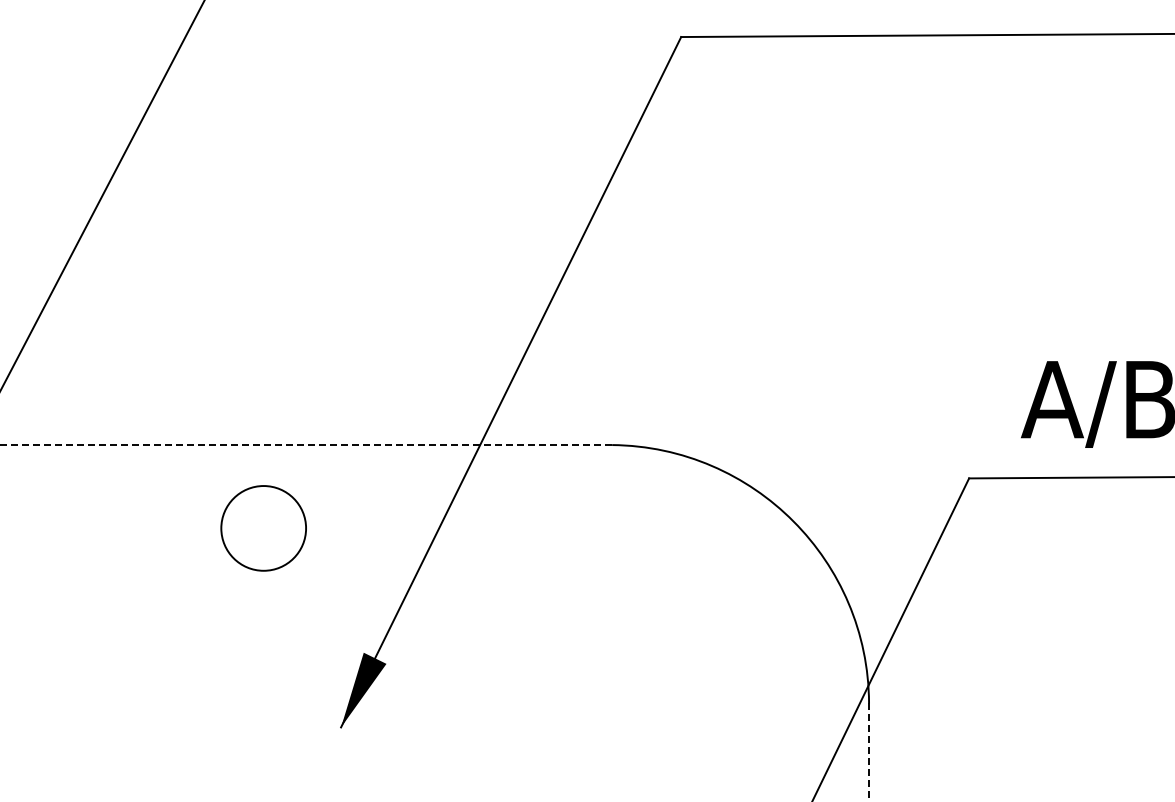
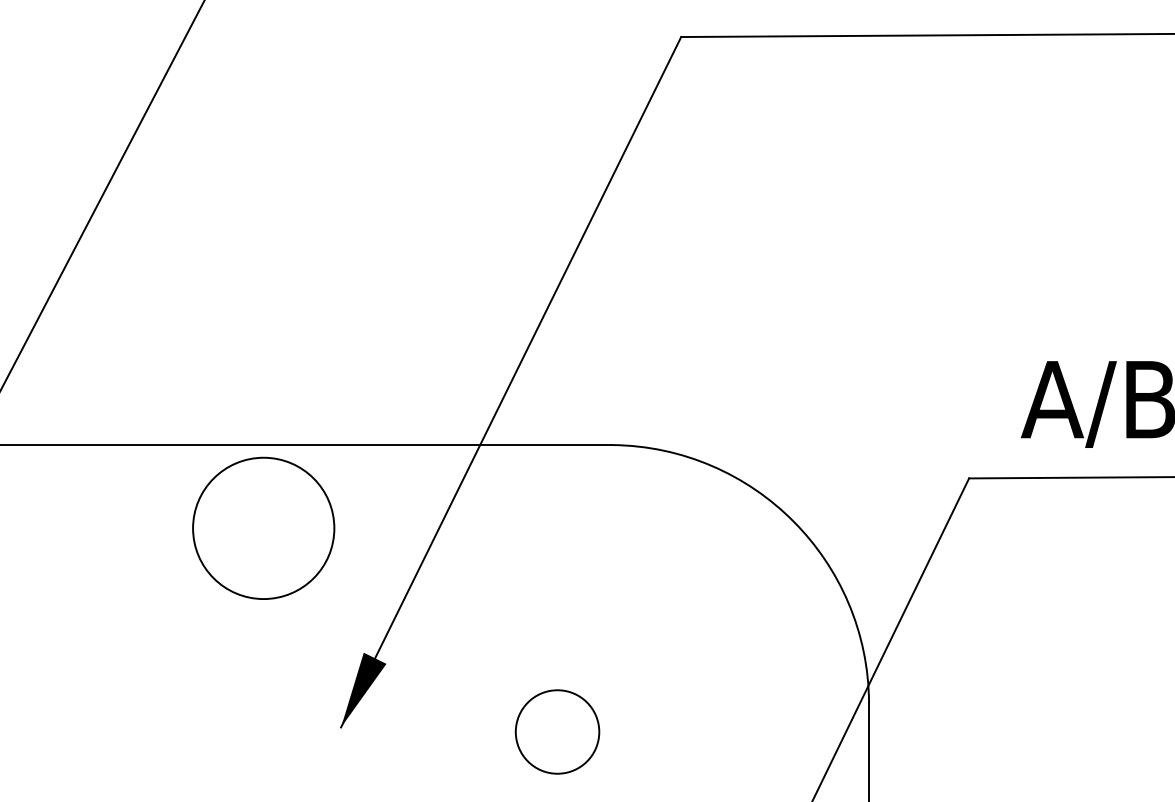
line at (306, 445): dashed -> solid
circle at (263, 528) diameter: 85 px -> 141 px
circle at (557, 731): none -> present
line at (869, 752): dashed -> solid
